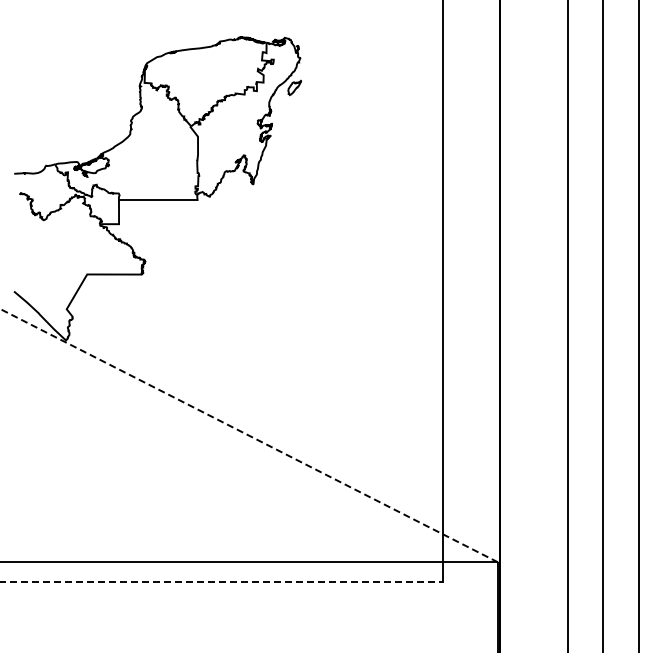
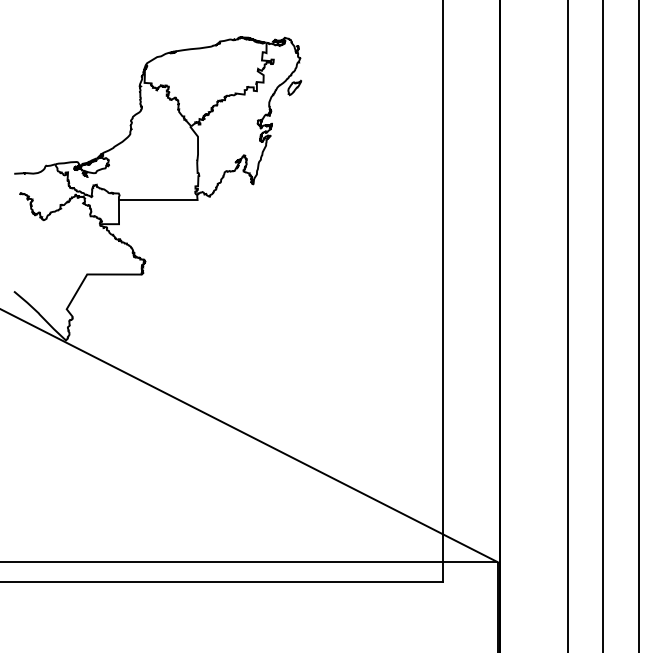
line at (249, 435): dashed -> solid
line at (222, 582): dashed -> solid
